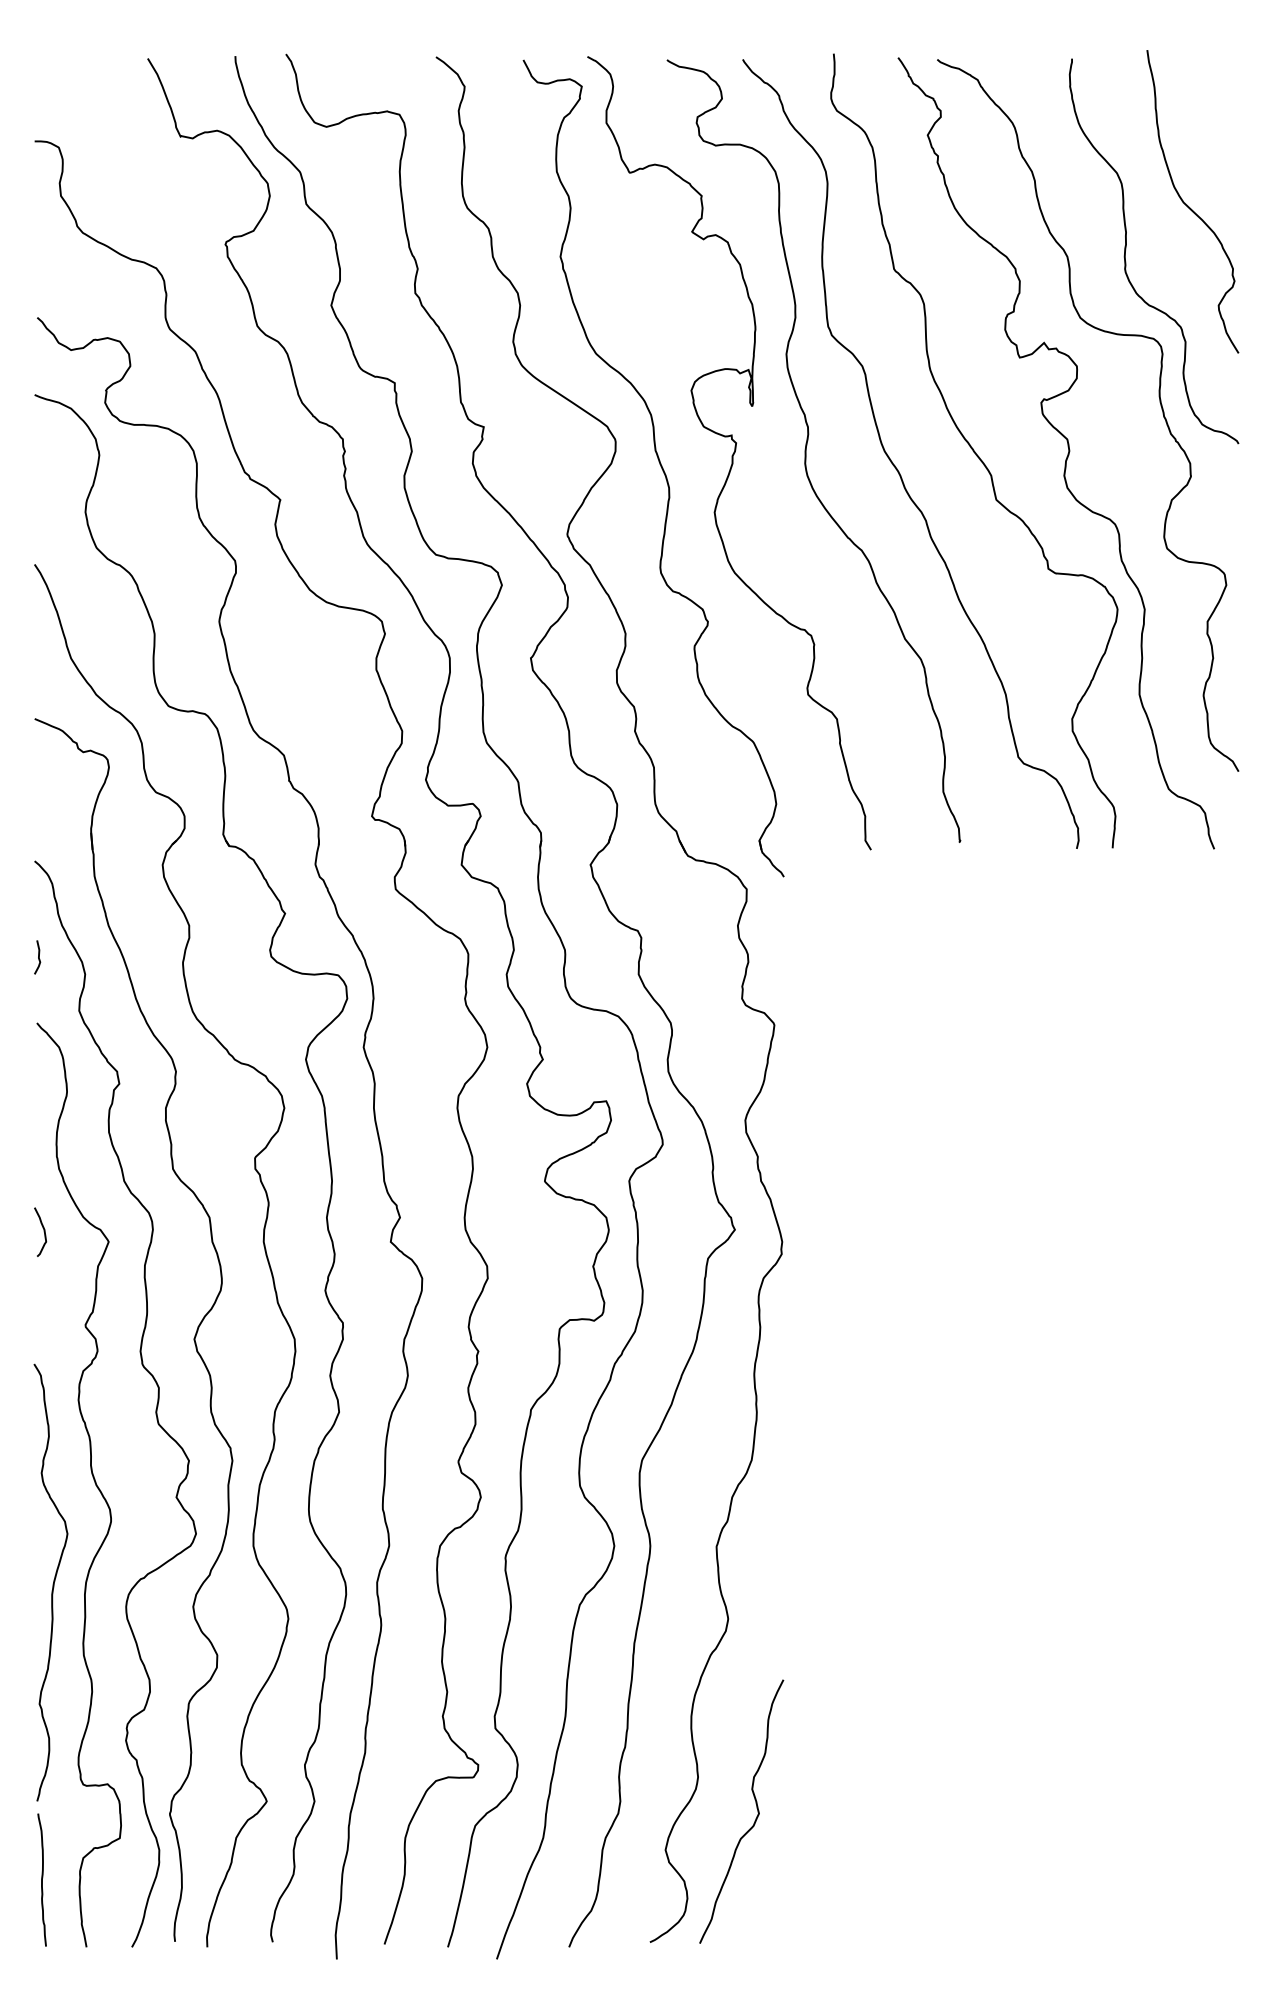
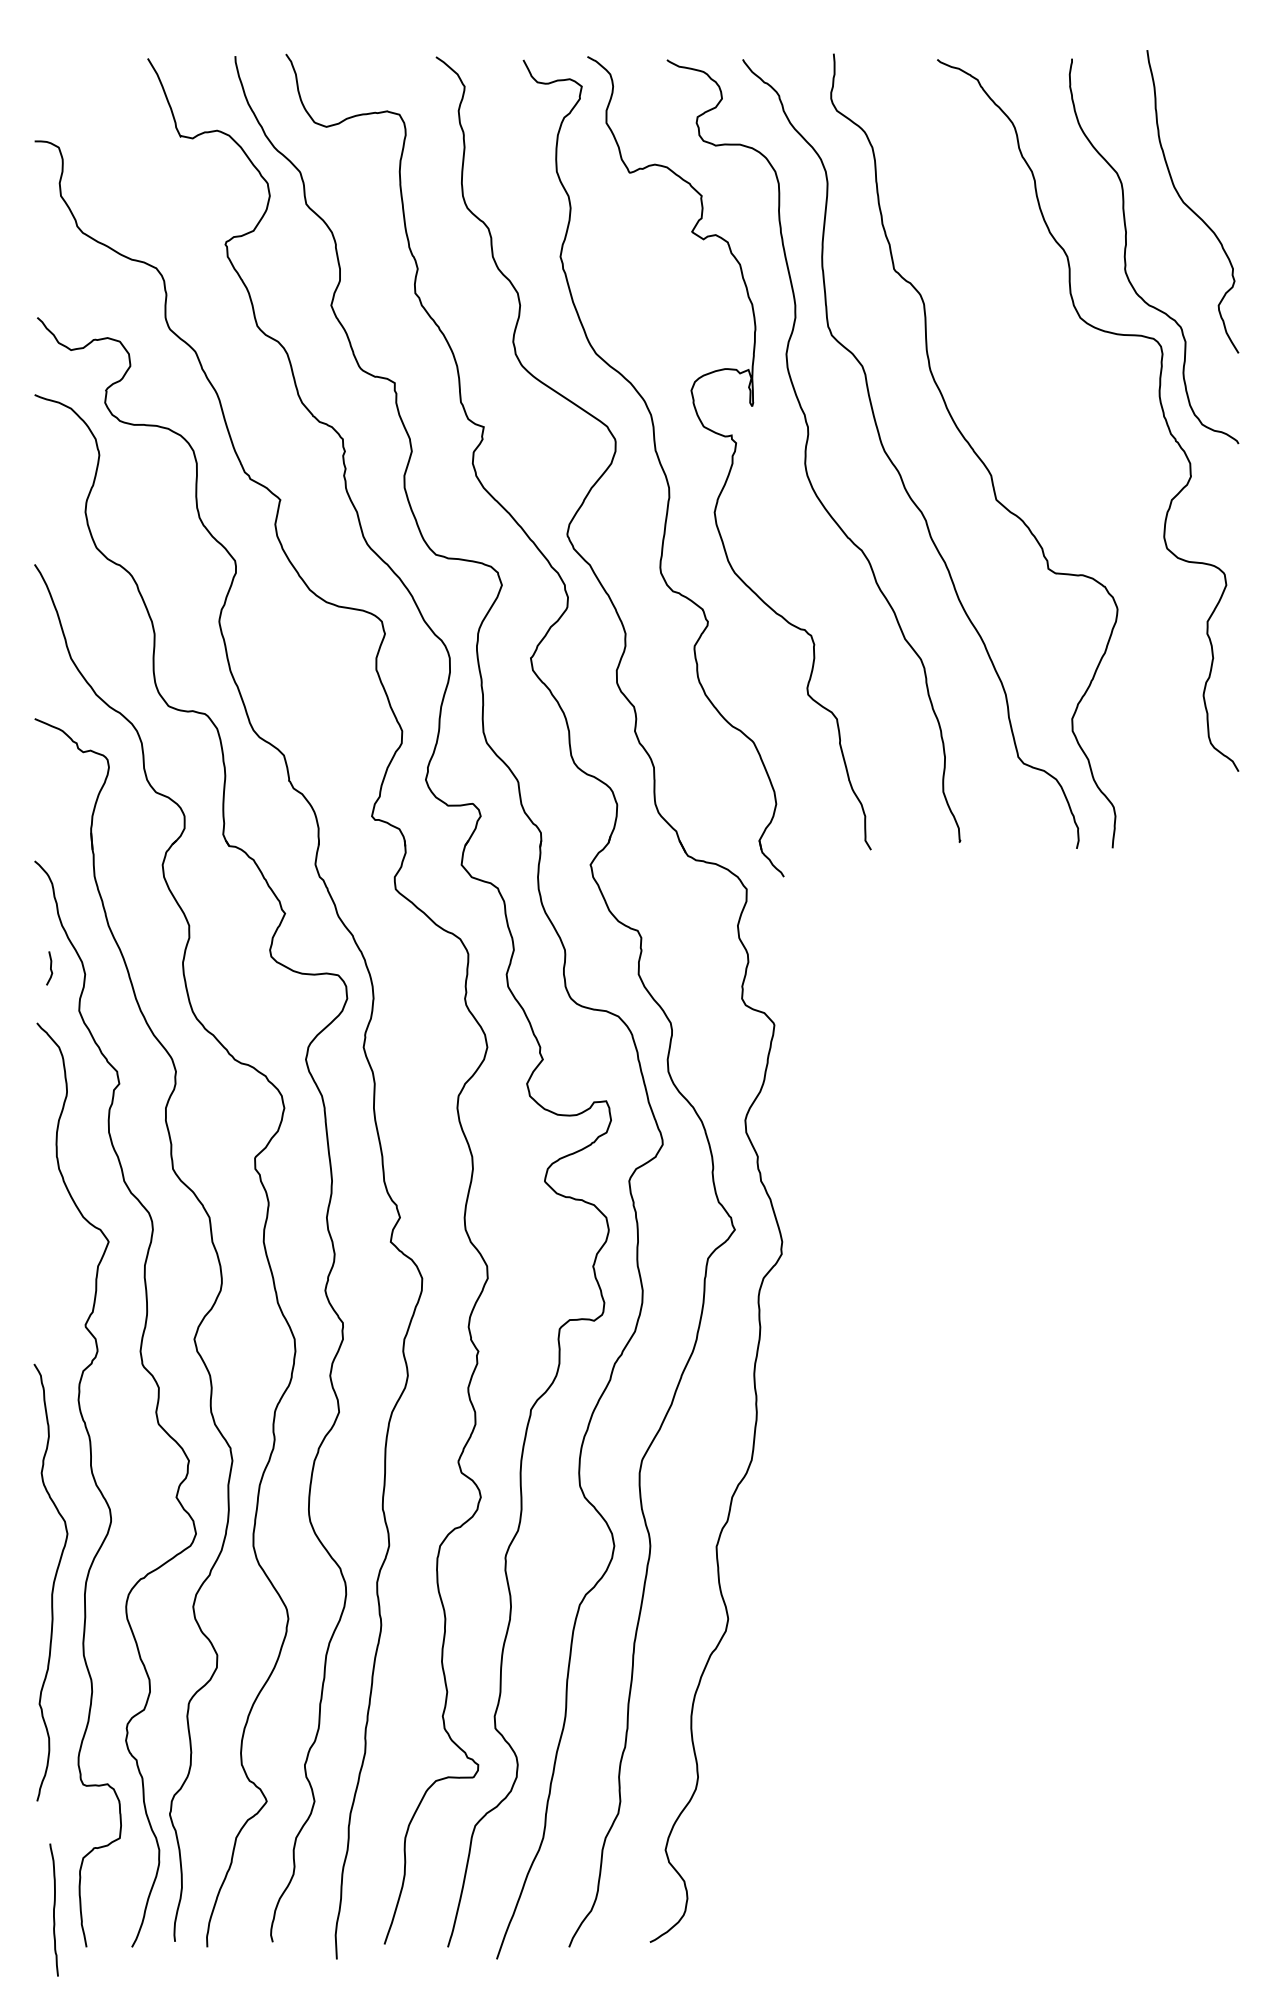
curve at (1066, 456): present -> none
curve at (38, 957) position: (38, 957) -> (50, 968)
curve at (43, 1231): present -> none
curve at (756, 1808): present -> none
curve at (41, 1879) position: (41, 1879) -> (53, 1909)
